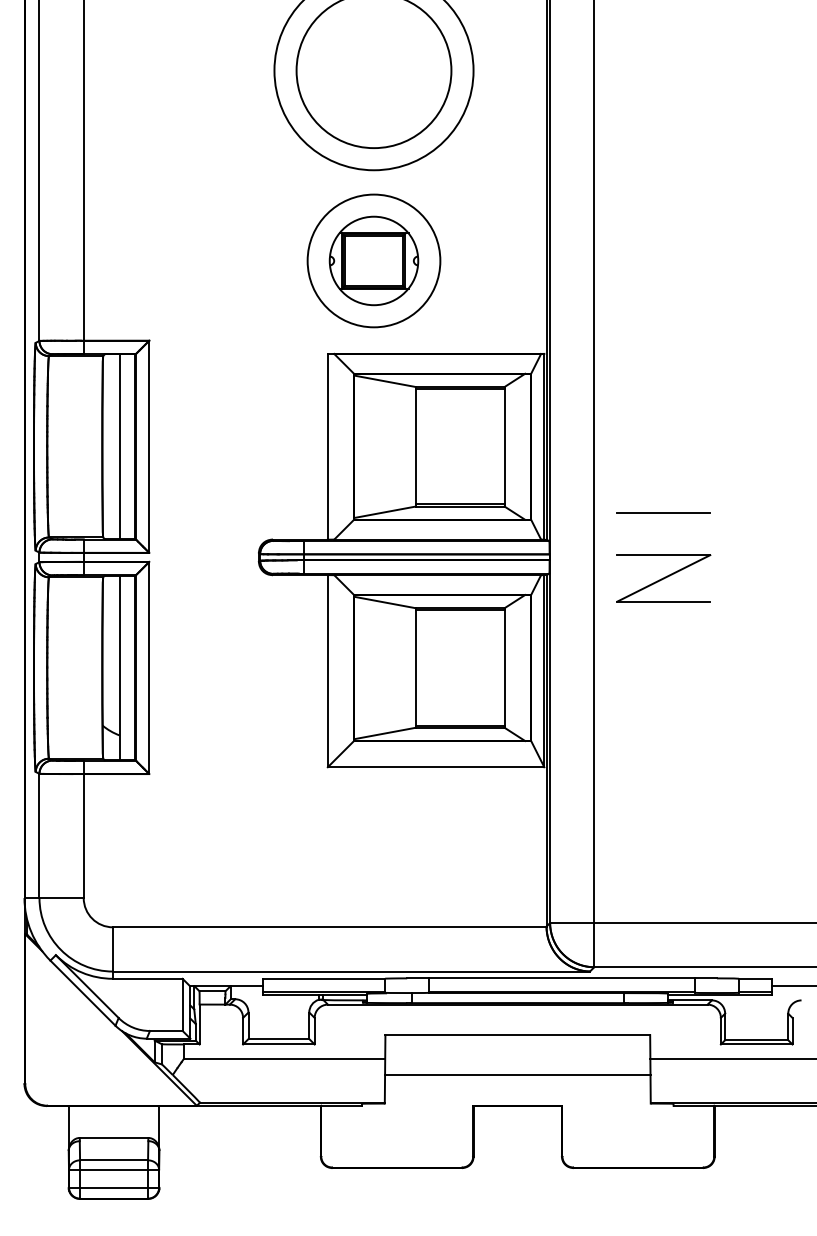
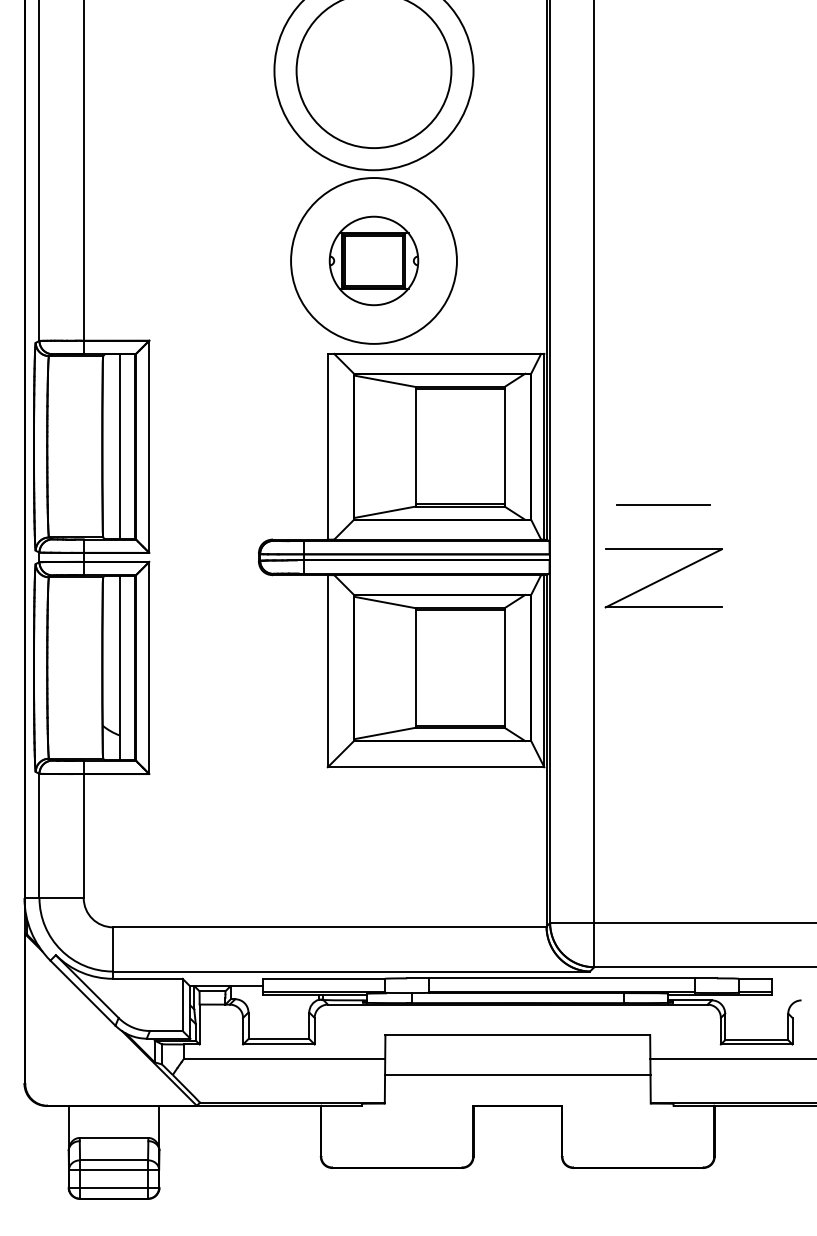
circle at (373, 260) diameter: 133 px -> 166 px
line at (663, 512) position: (663, 512) -> (663, 504)
part at (663, 578) size: 96x49 px -> 119x61 px
line at (792, 986): present -> none
